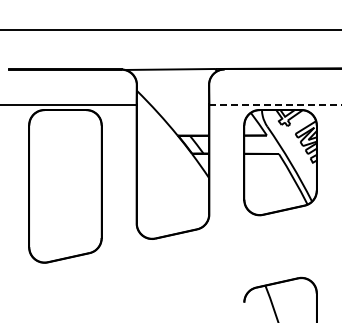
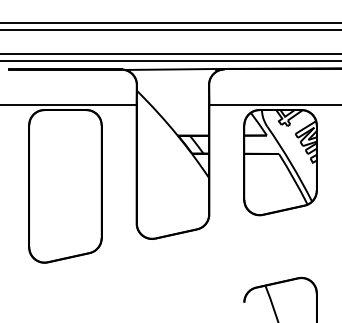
line at (170, 23): none -> present
line at (170, 54): none -> present
line at (170, 60): none -> present
line at (275, 104): dashed -> solid
